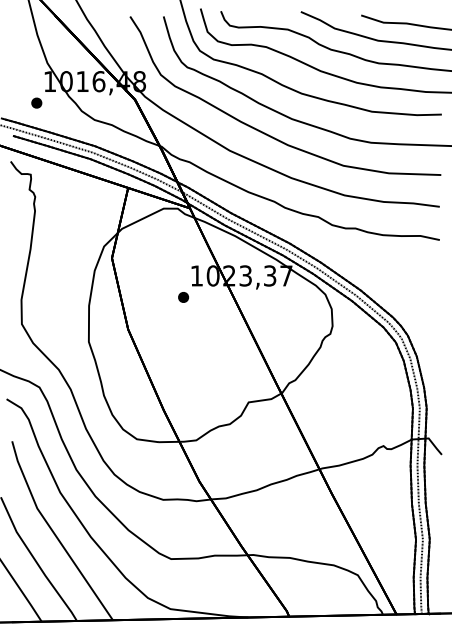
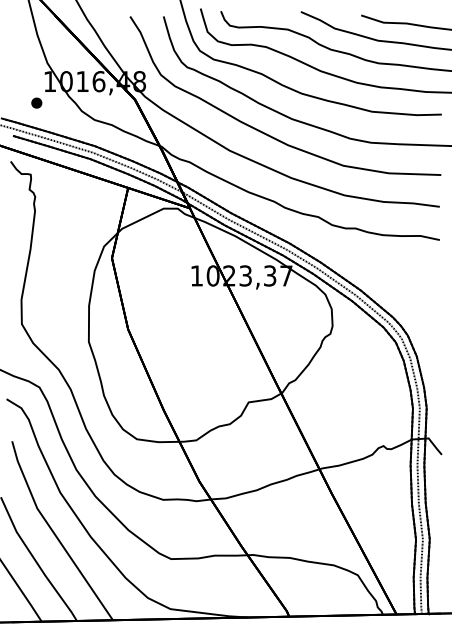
part at (183, 297): present -> none
